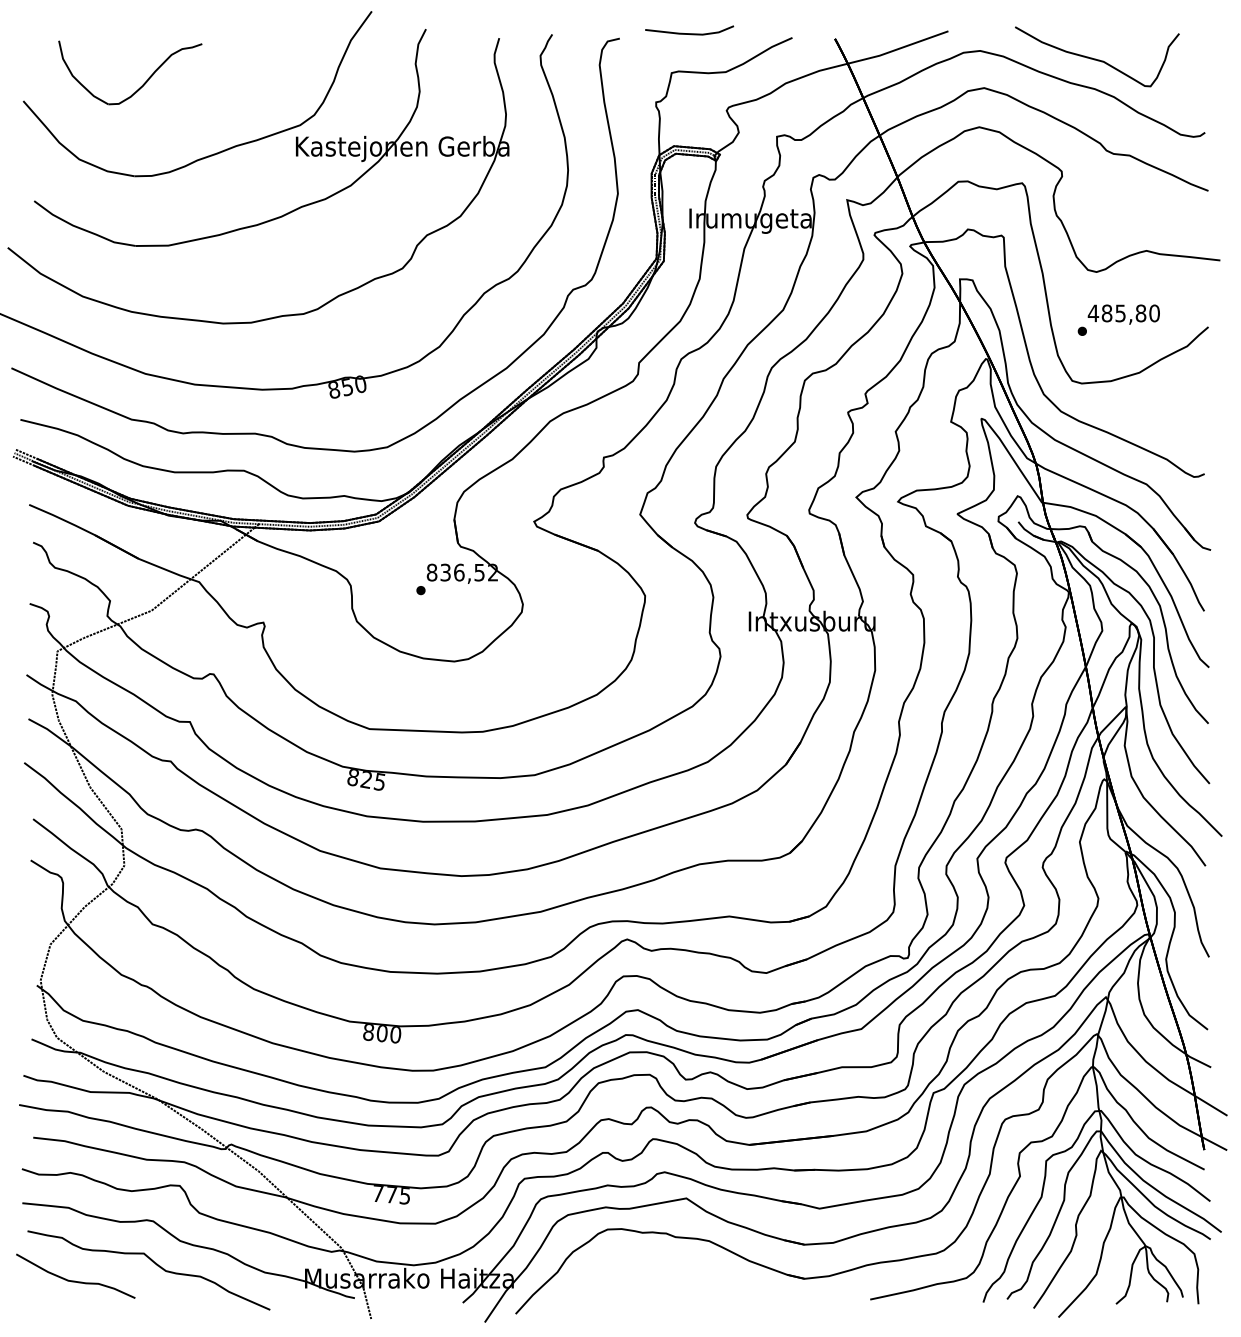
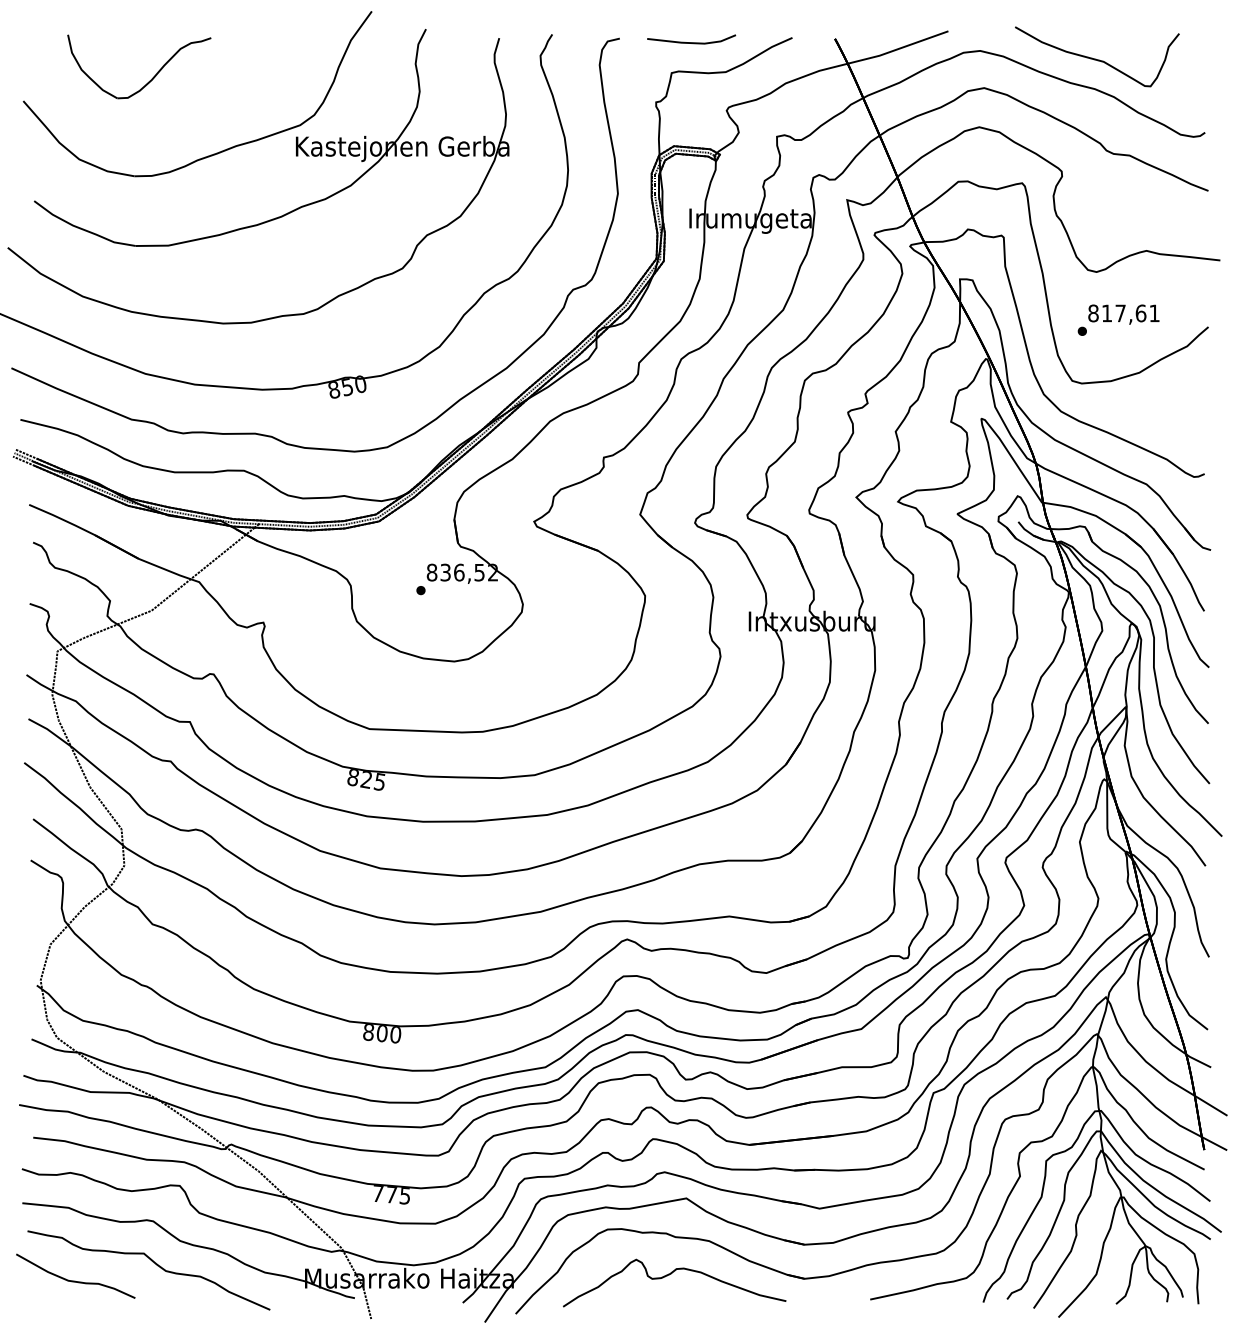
line at (689, 33) position: (689, 33) -> (691, 42)
part at (142, 84) position: (142, 84) -> (151, 78)
text at (1123, 313): 485,80 -> 817,61
curve at (671, 1274): none -> present
